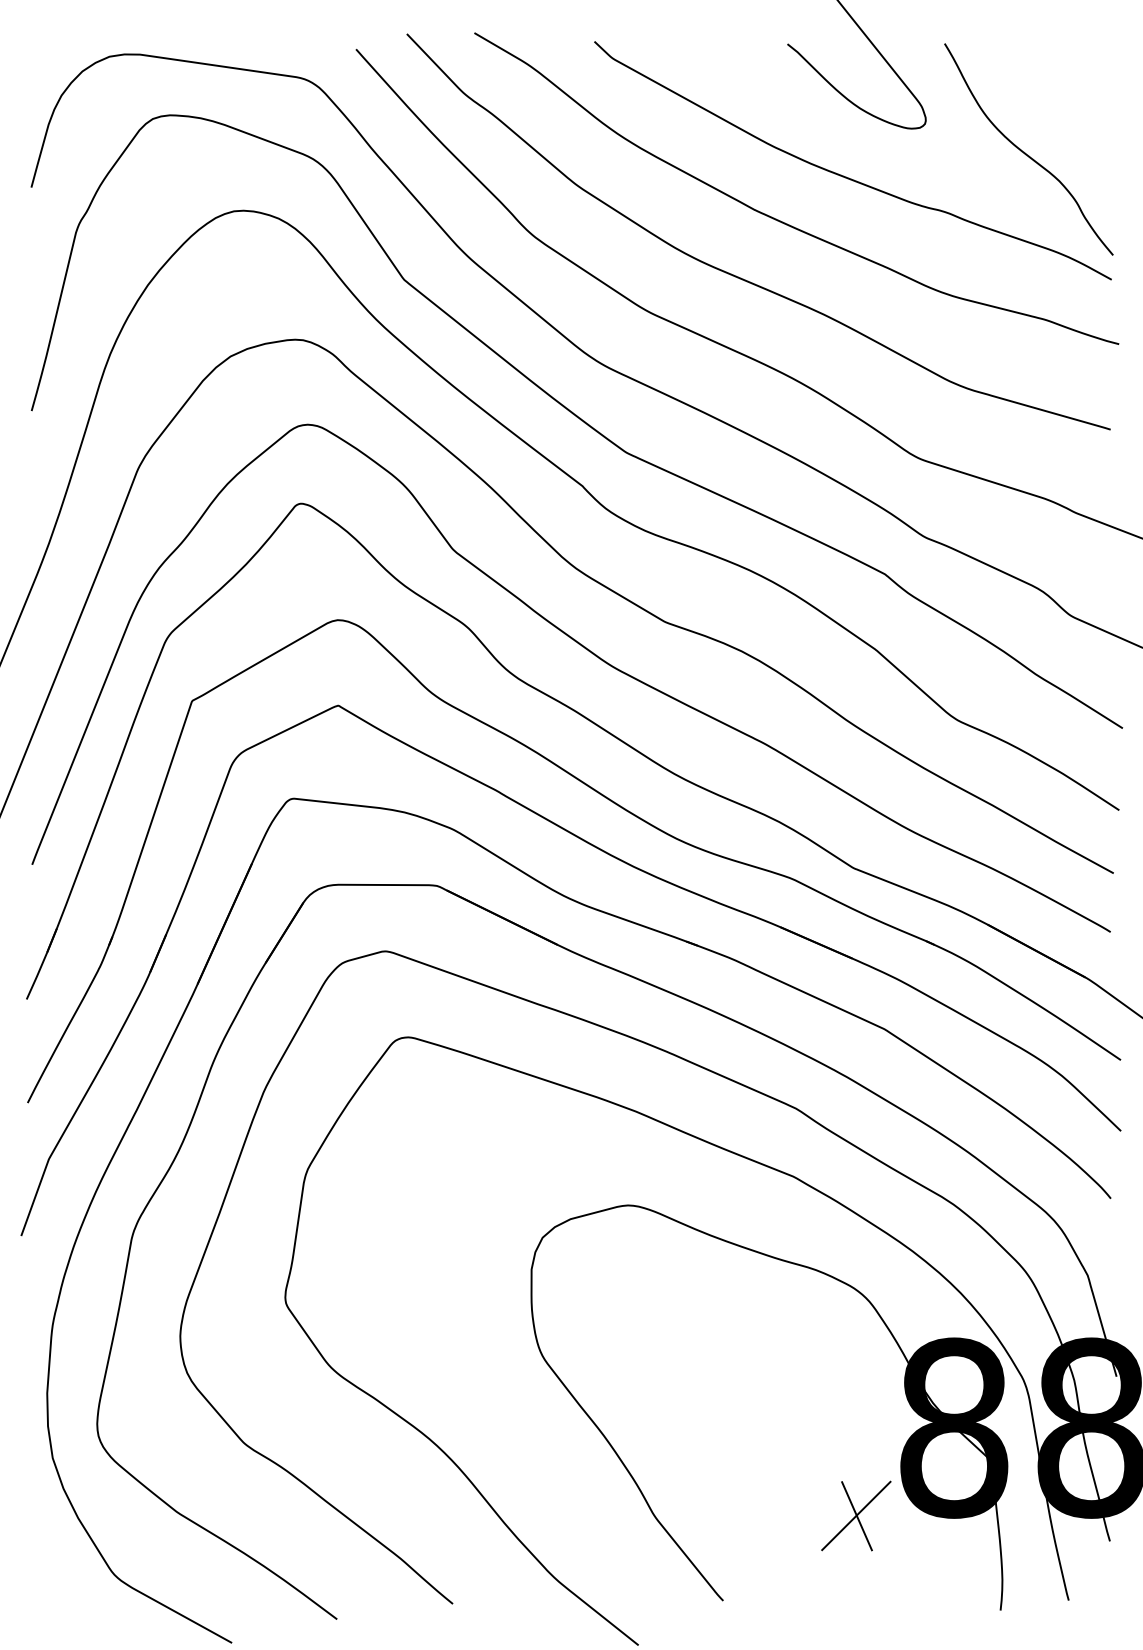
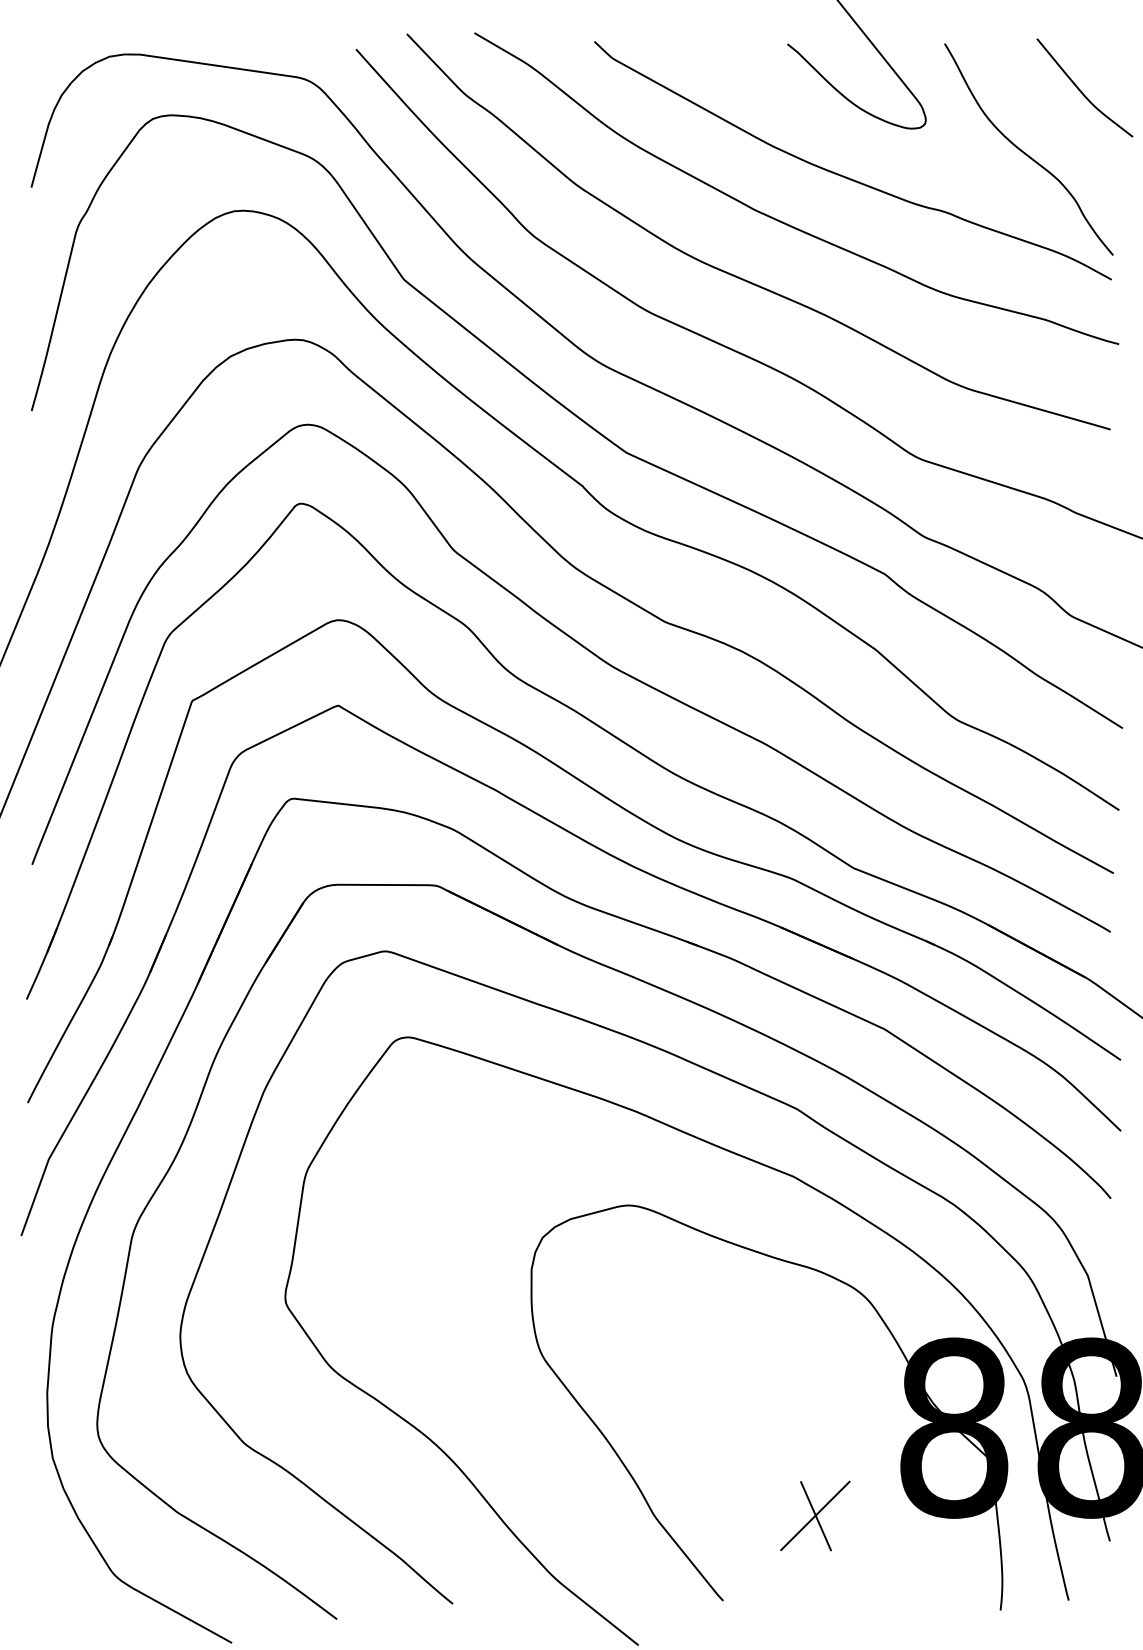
curve at (1081, 90): none -> present
part at (856, 1515) position: (856, 1515) -> (815, 1515)
